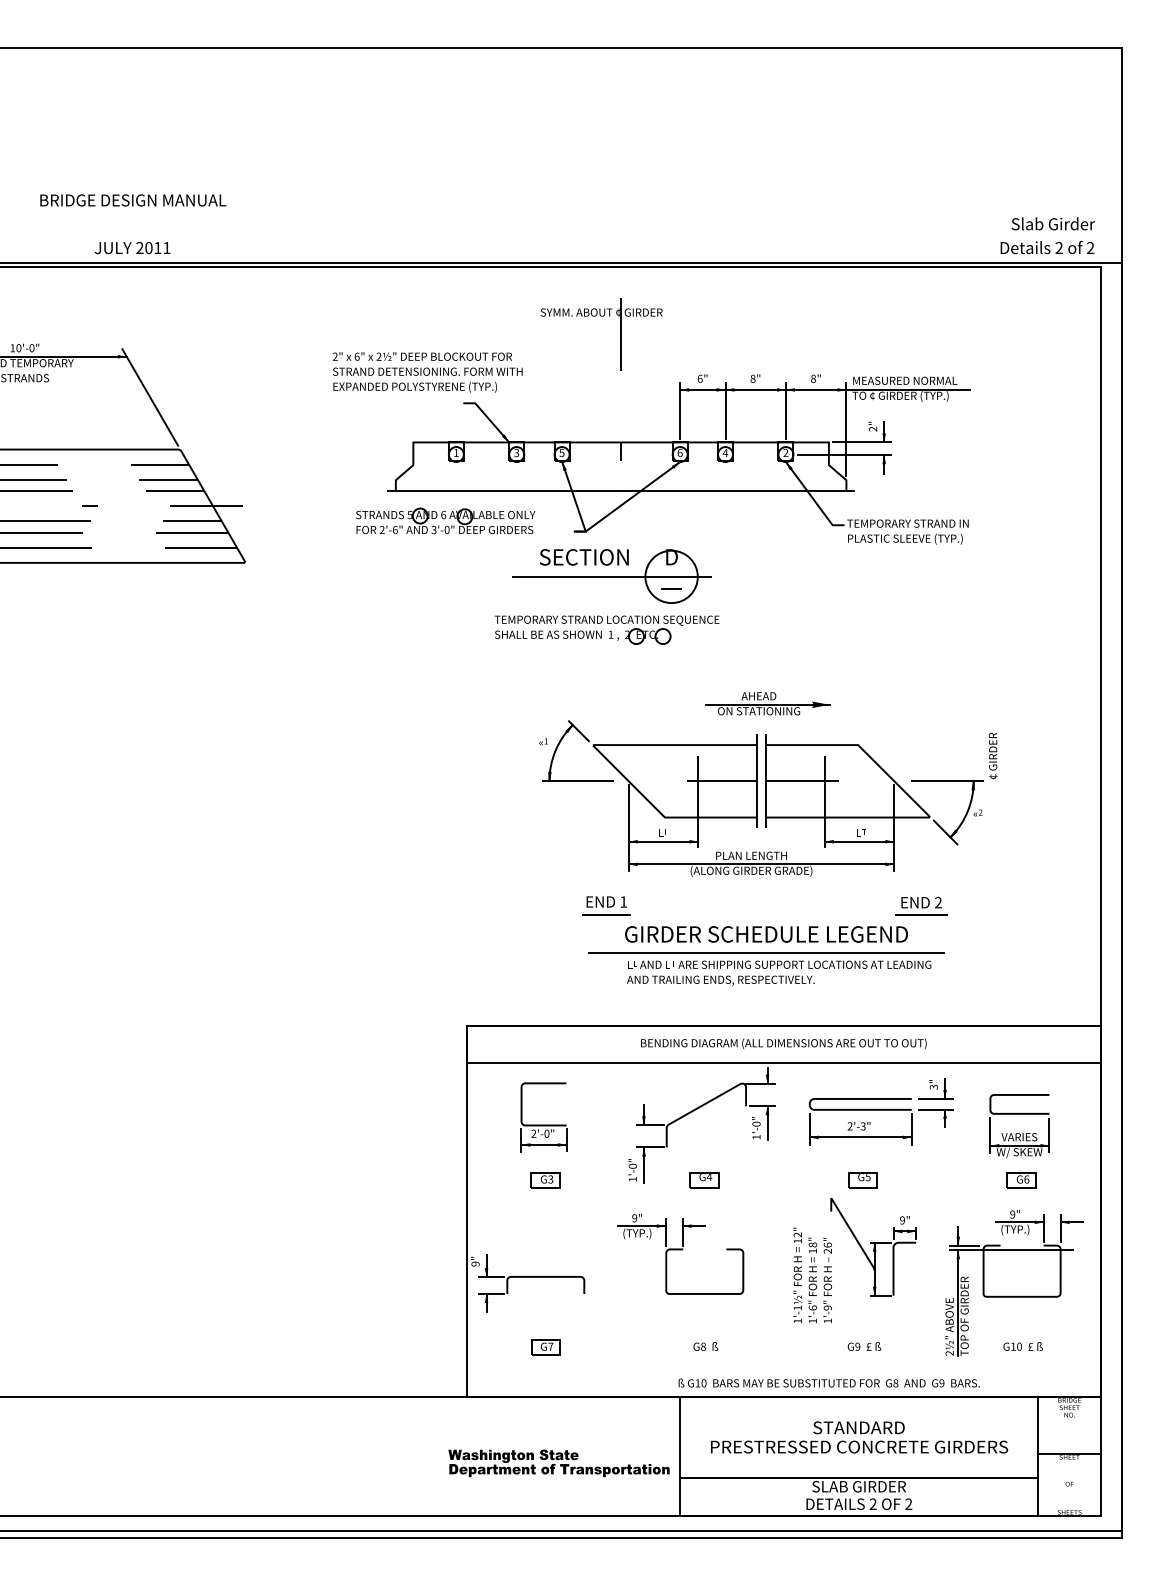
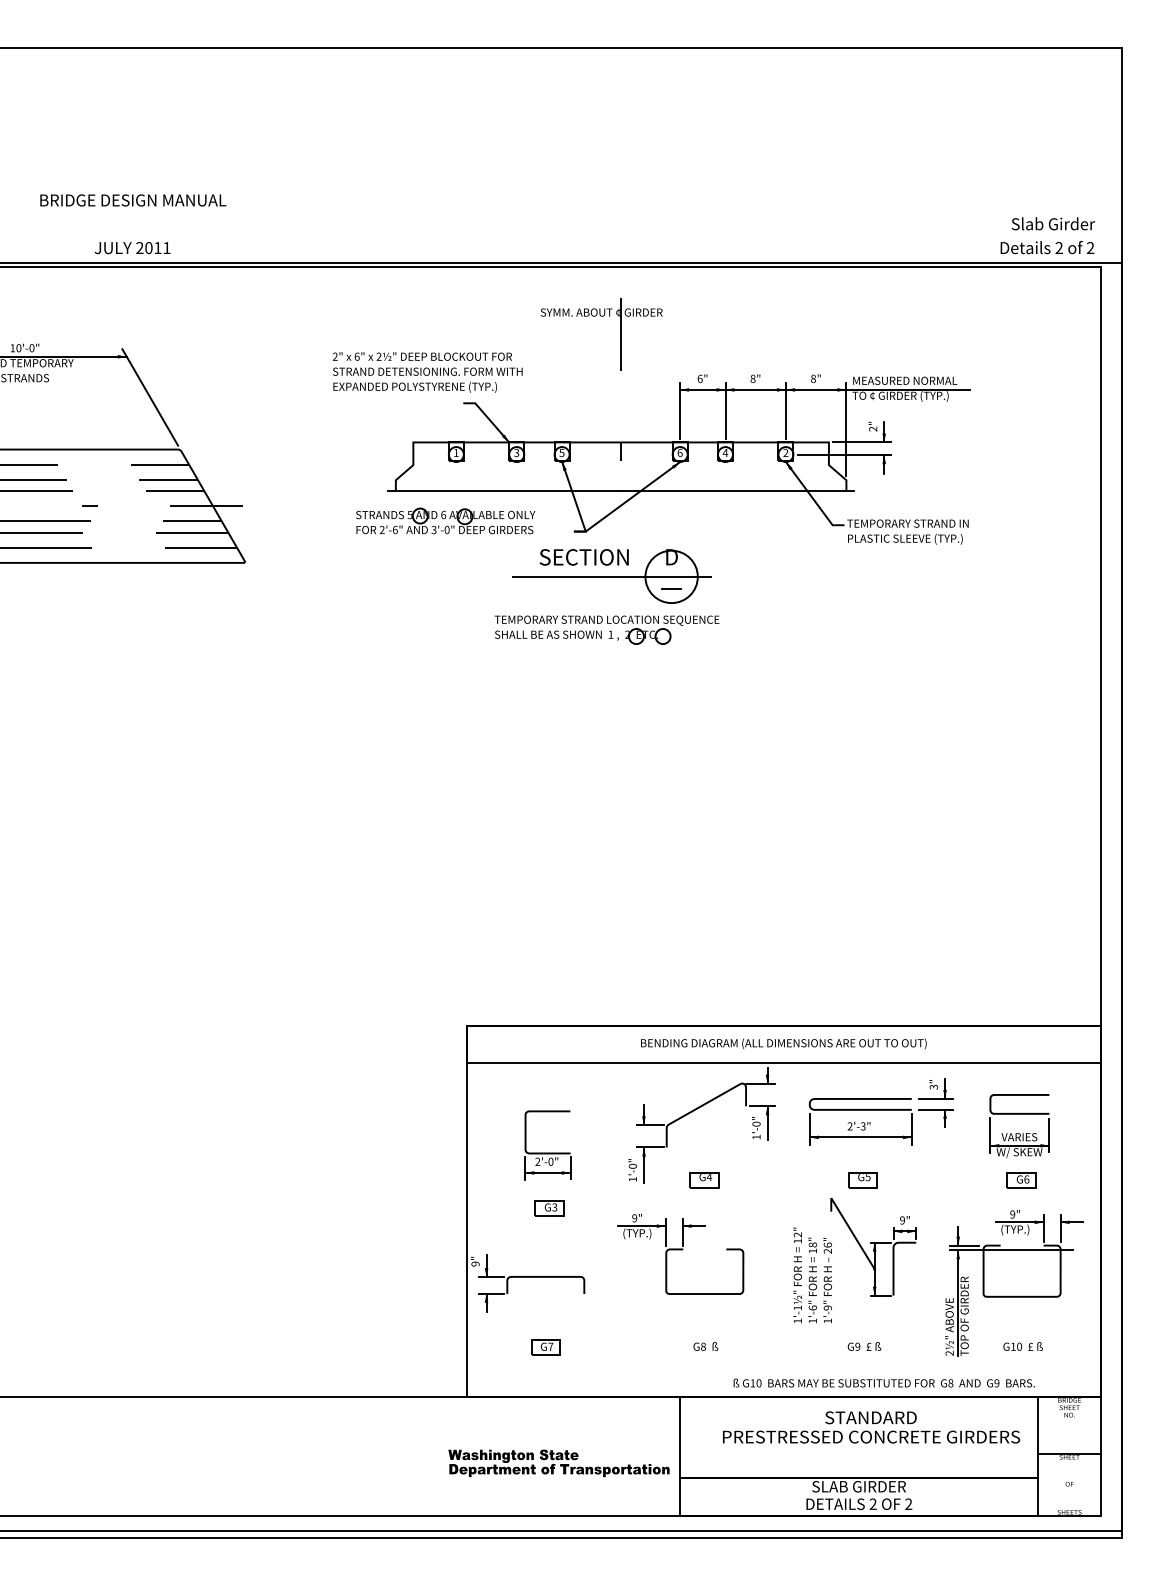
part at (766, 827): present -> none
part at (543, 1135) position: (543, 1135) -> (547, 1163)
text at (828, 1382) position: (828, 1382) -> (883, 1382)
text at (859, 1437) position: (859, 1437) -> (871, 1427)
